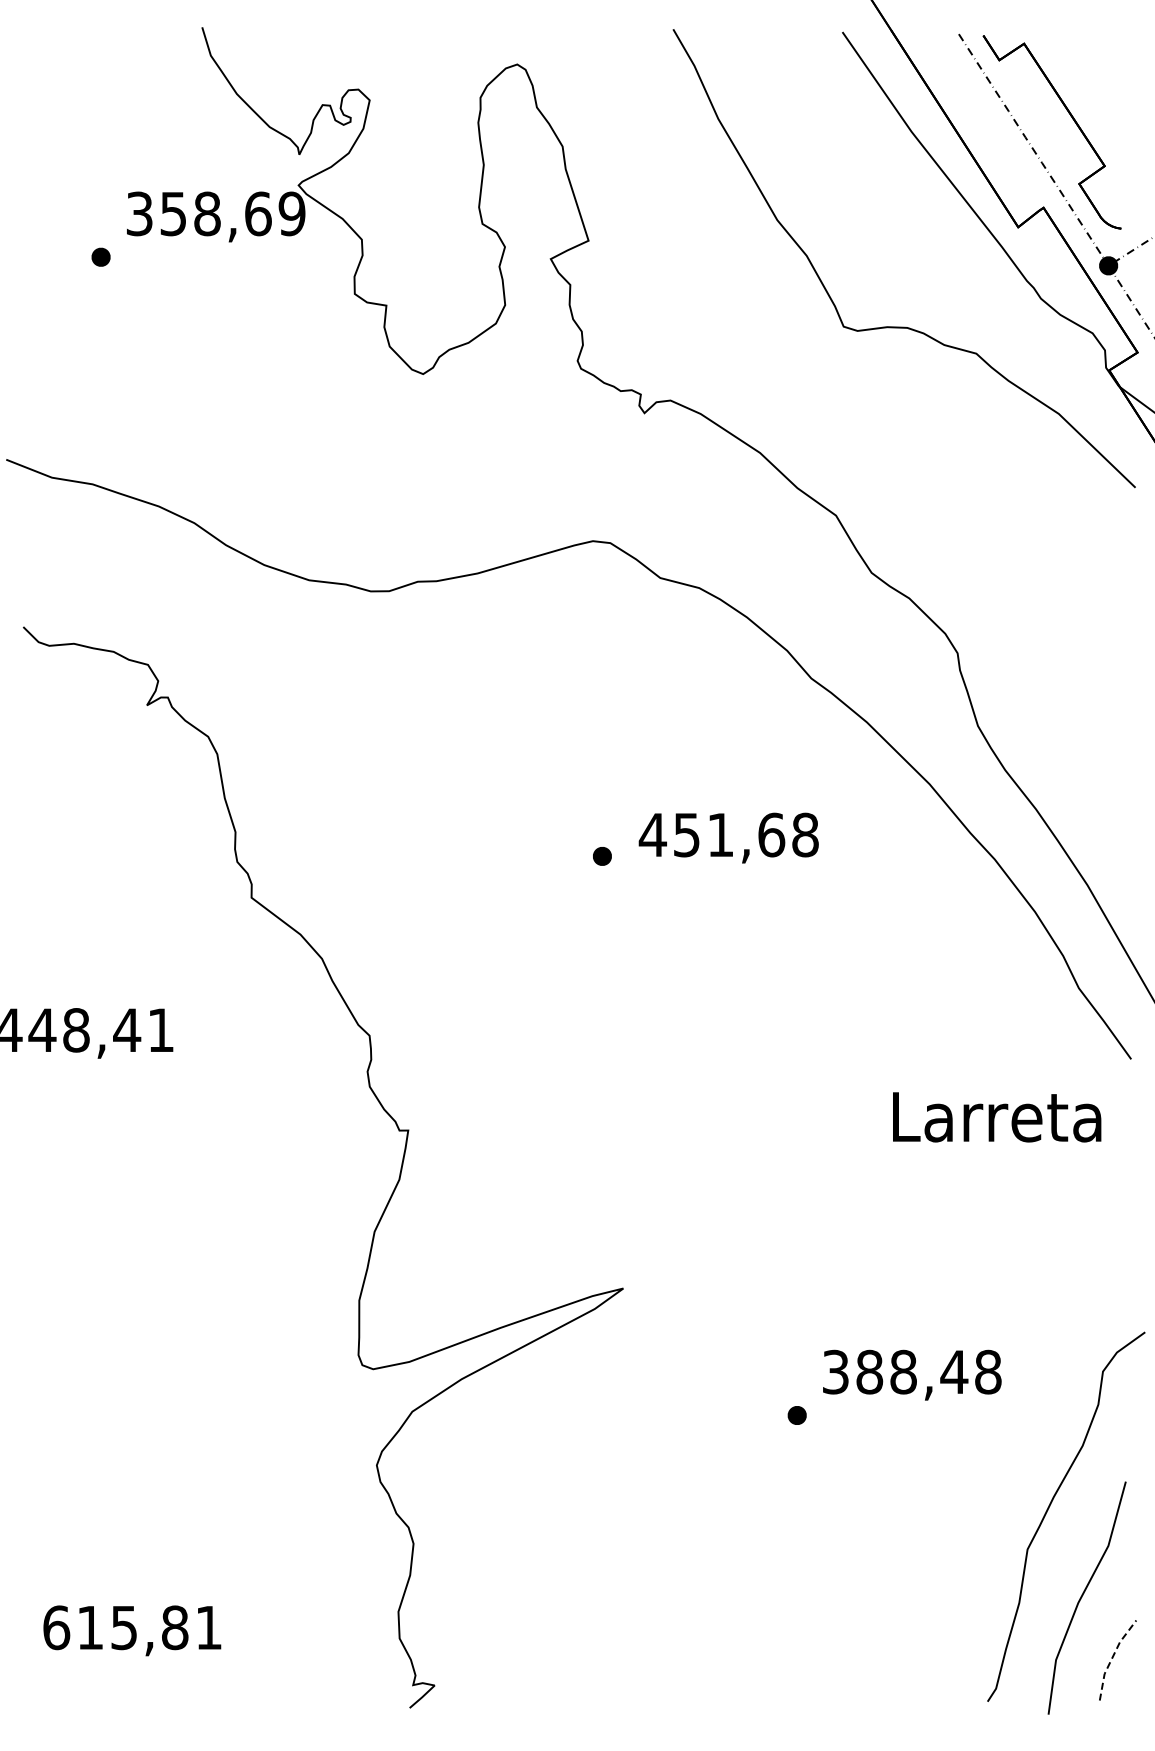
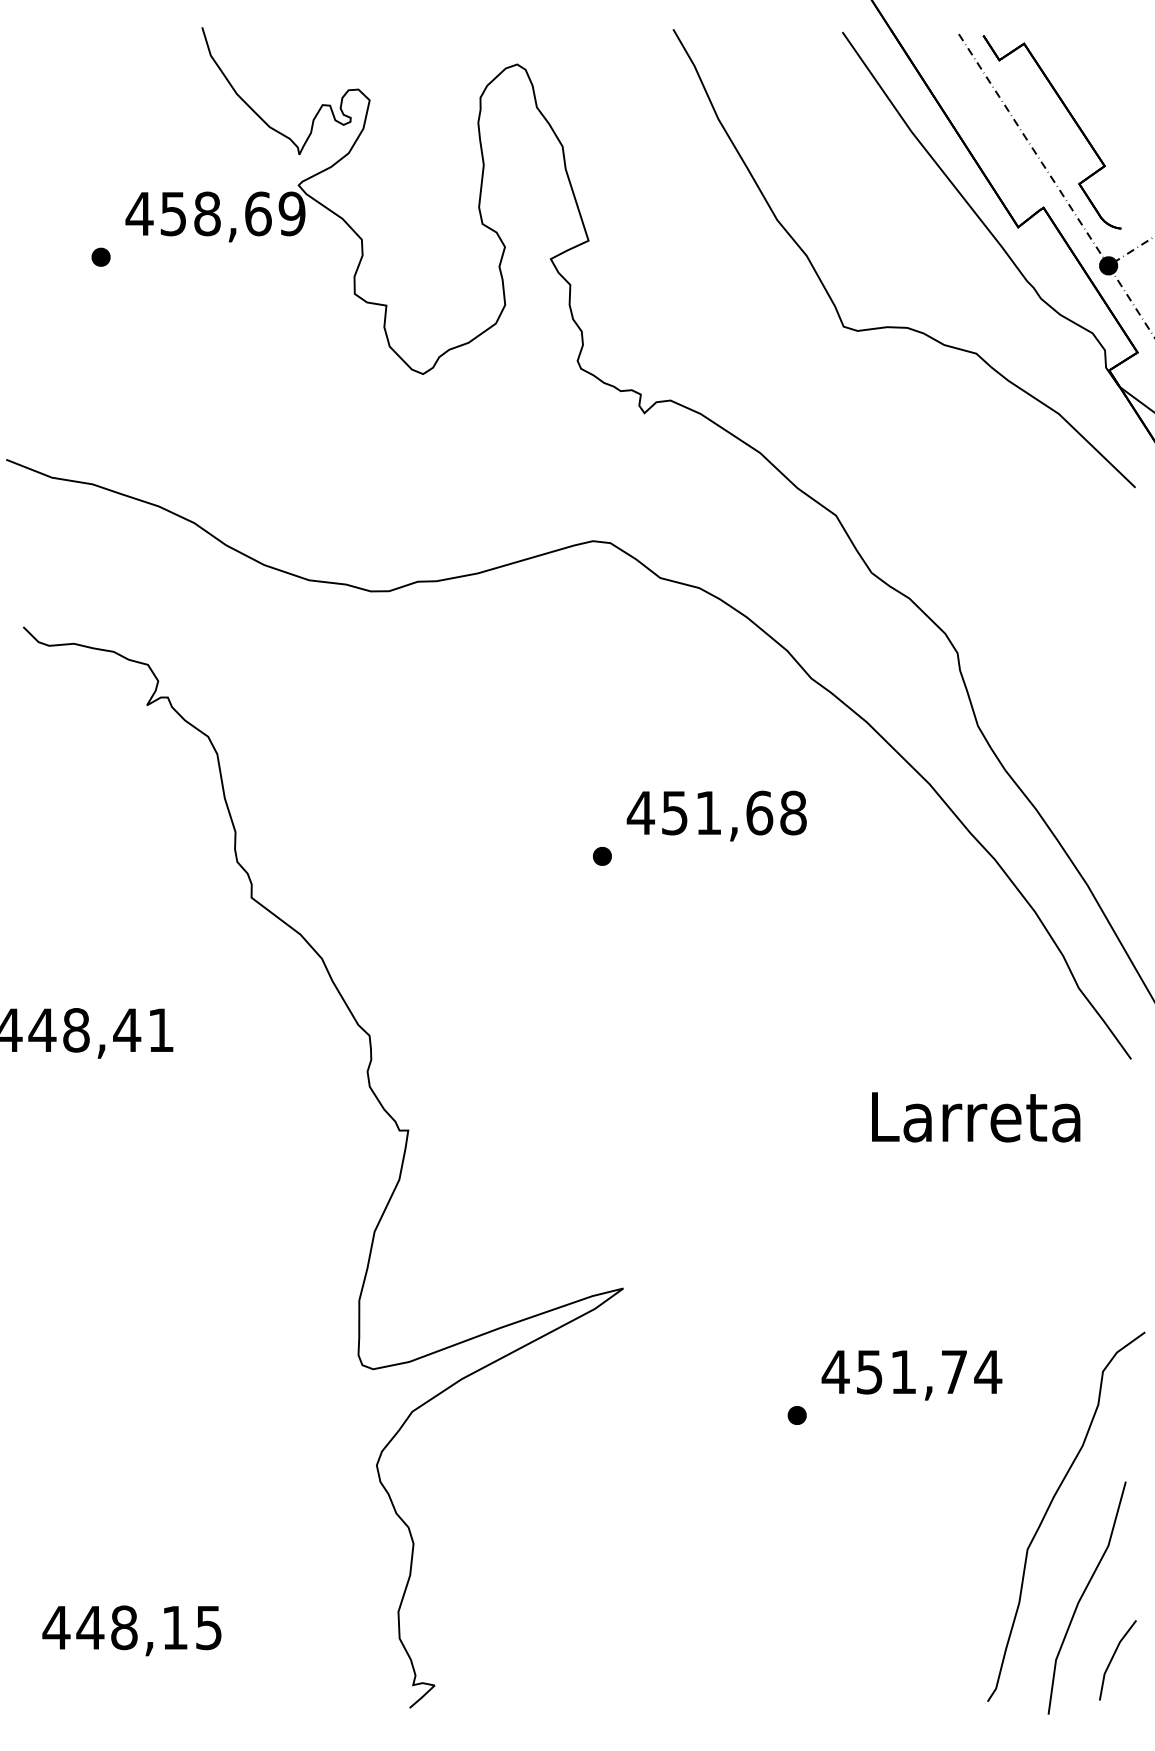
text at (139, 213): 358,69 -> 458,69
text at (728, 837) position: (728, 837) -> (716, 815)
text at (997, 1117) position: (997, 1117) -> (976, 1117)
text at (911, 1371): 388,48 -> 451,74
text at (131, 1627): 615,81 -> 448,15
line at (1112, 1658): dashed -> solid
